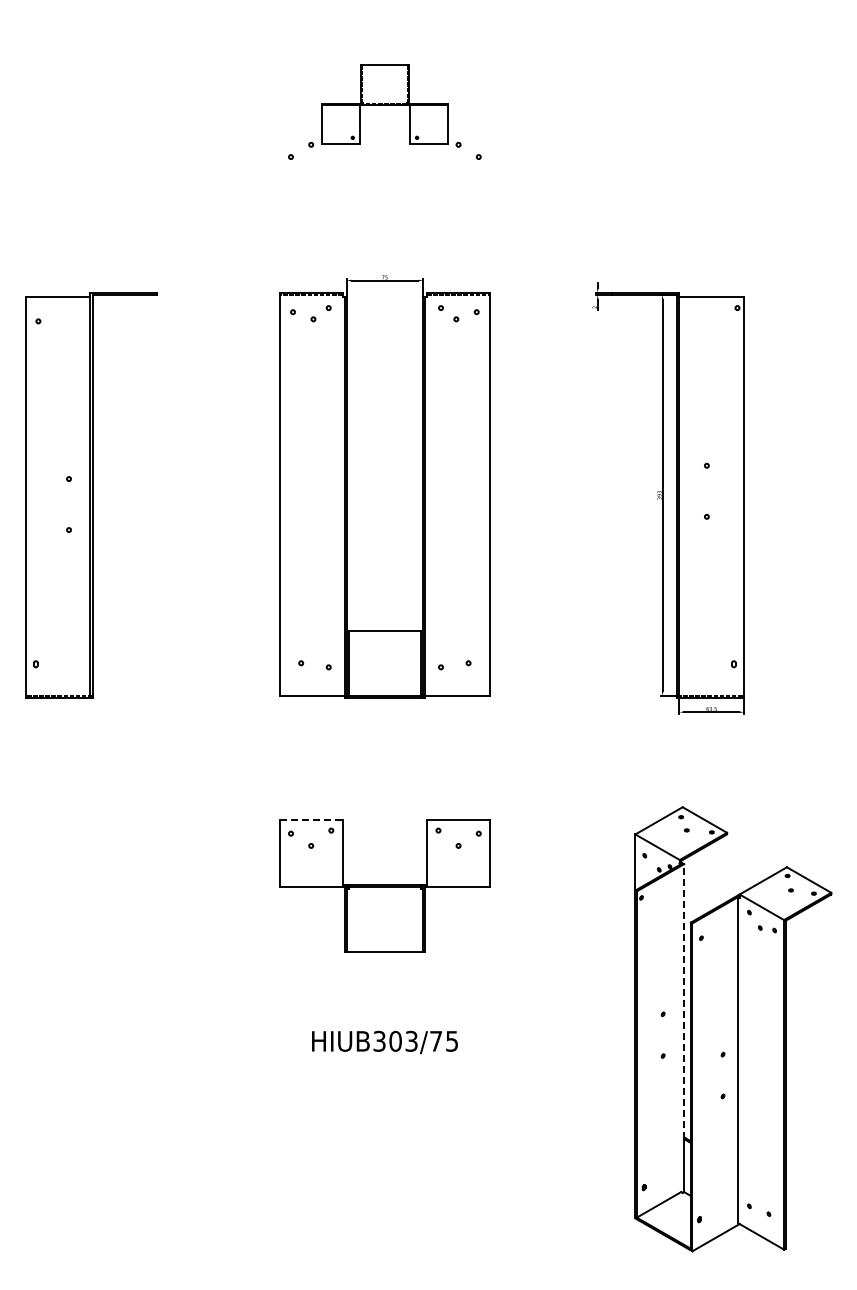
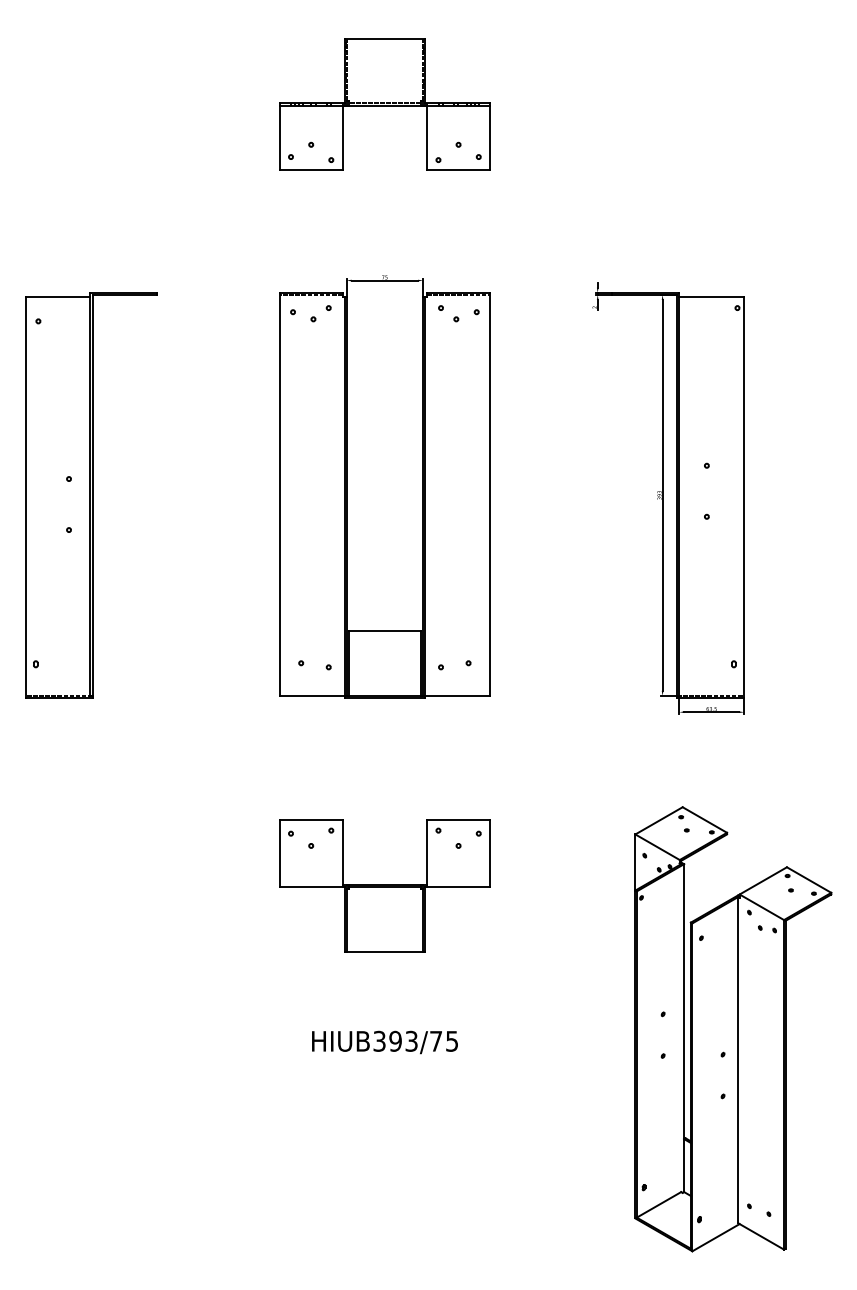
part at (384, 104) size: 128x81 px -> 212x133 px
line at (311, 820): dashed -> solid
line at (684, 1001): dashed -> solid
text at (395, 1041): HIUB303/75 -> HIUB393/75
